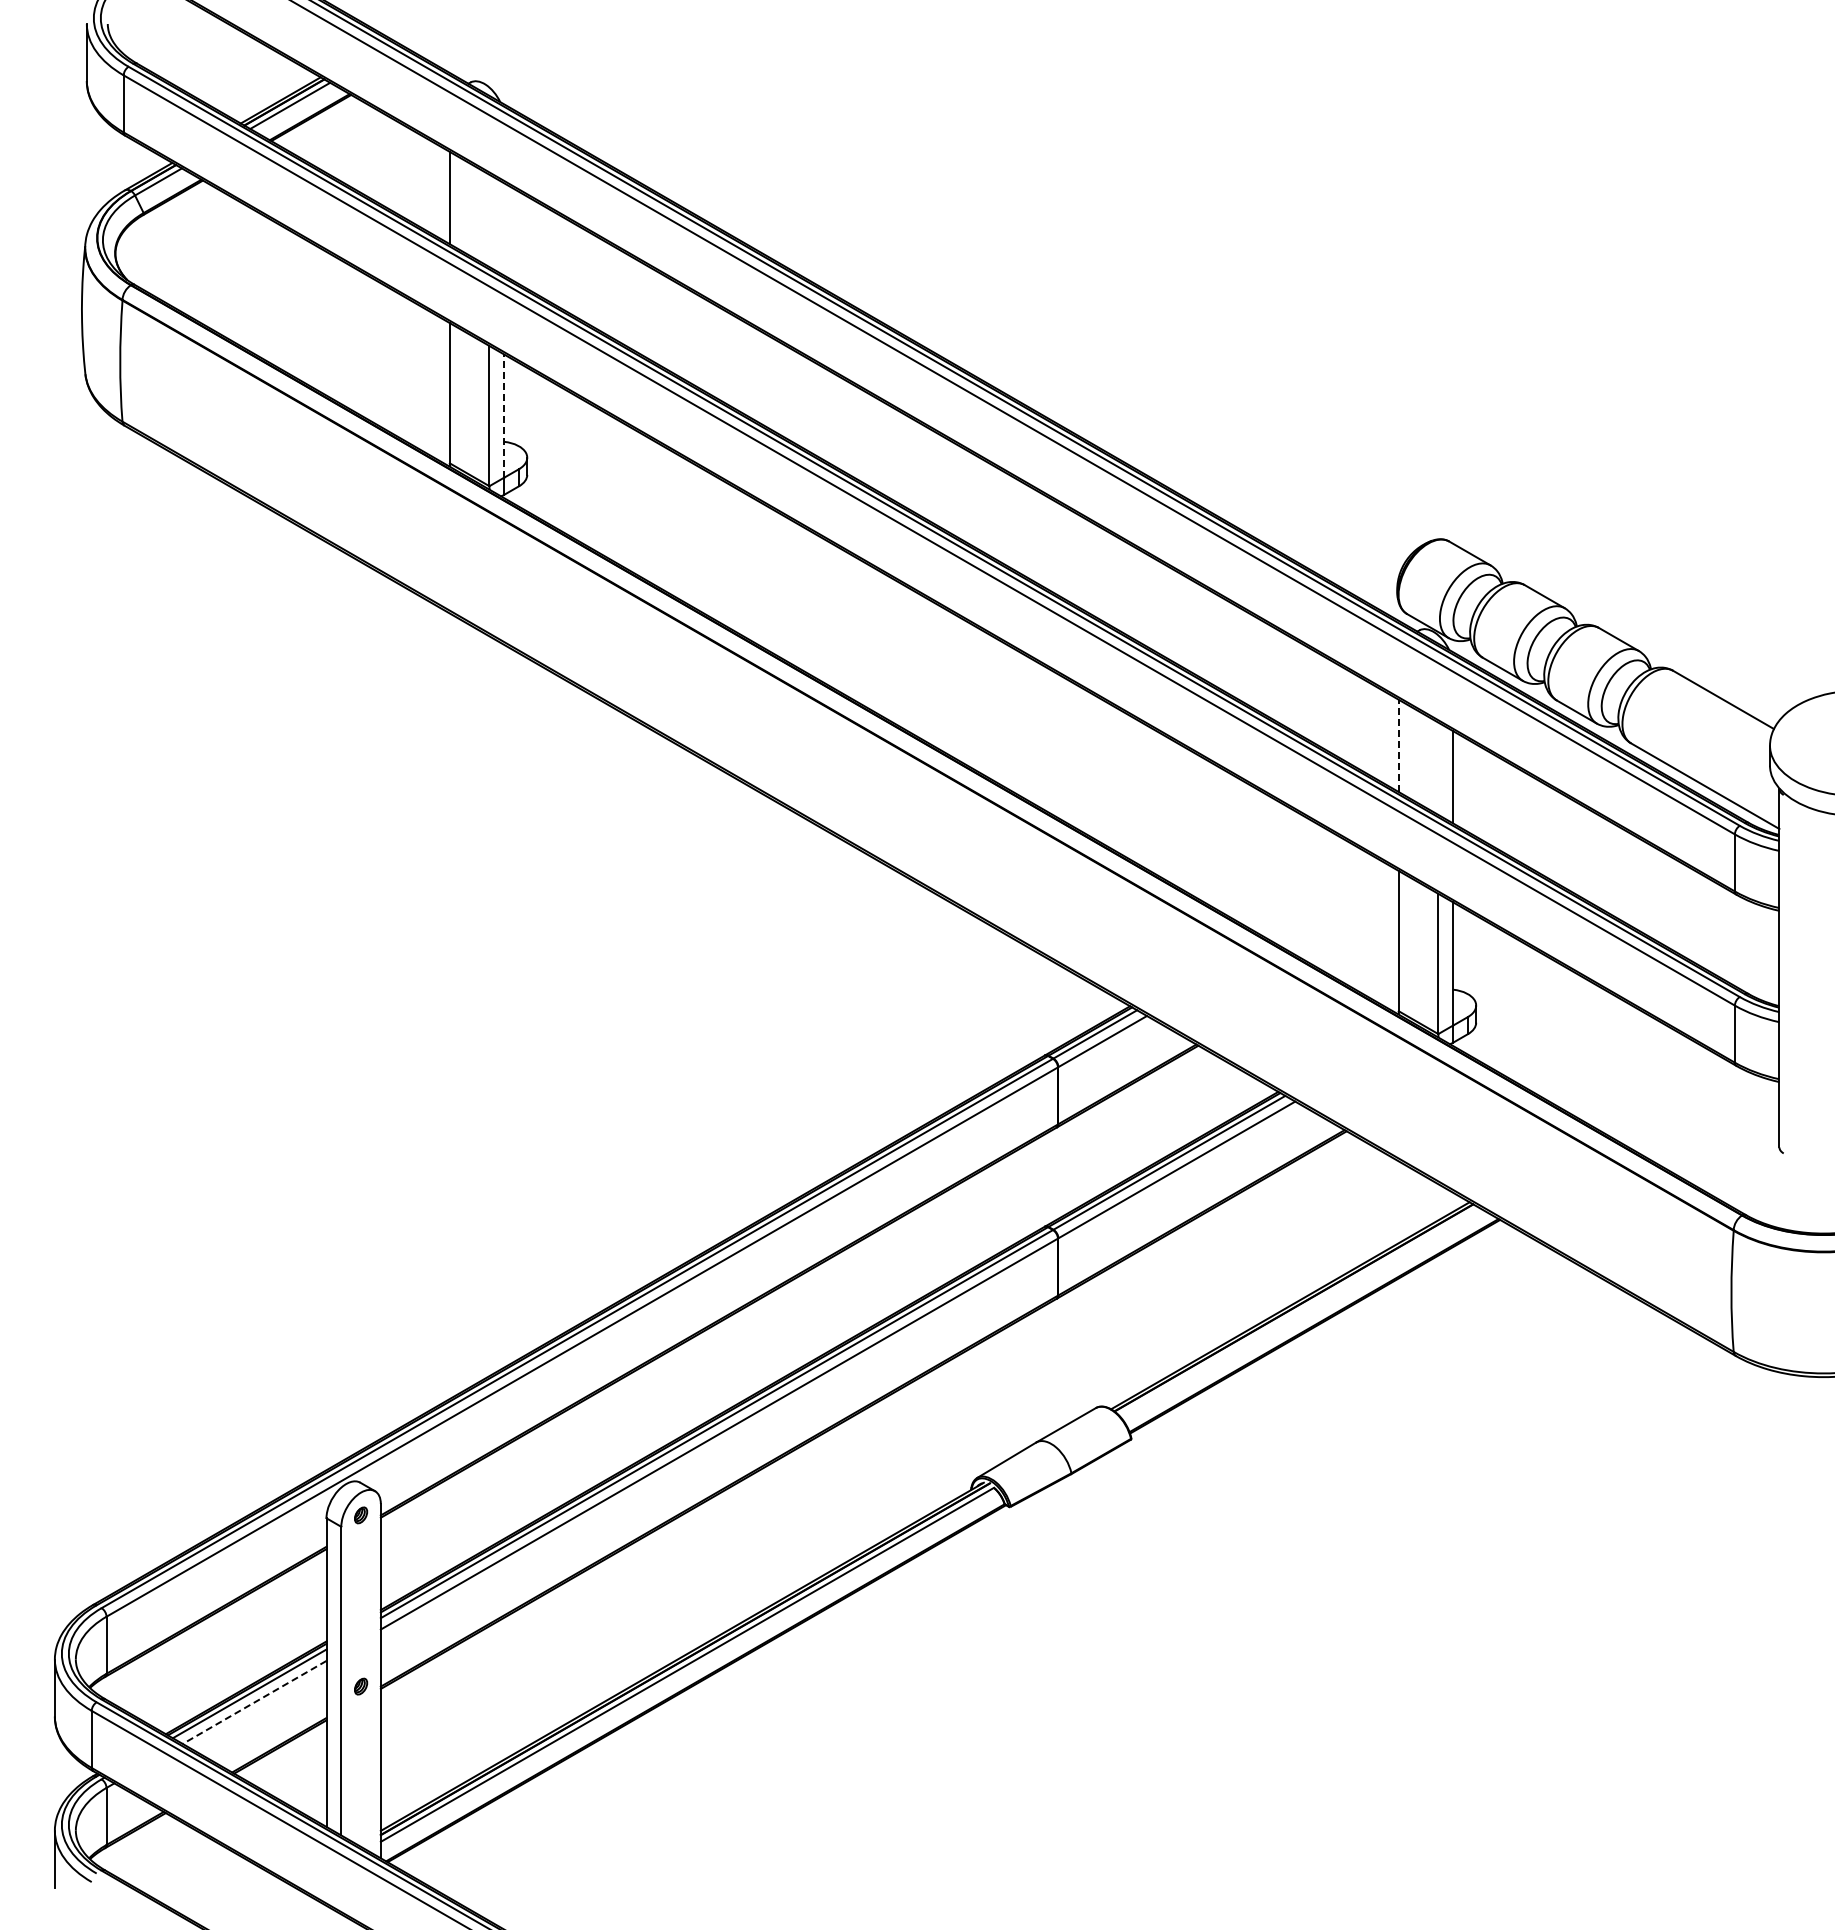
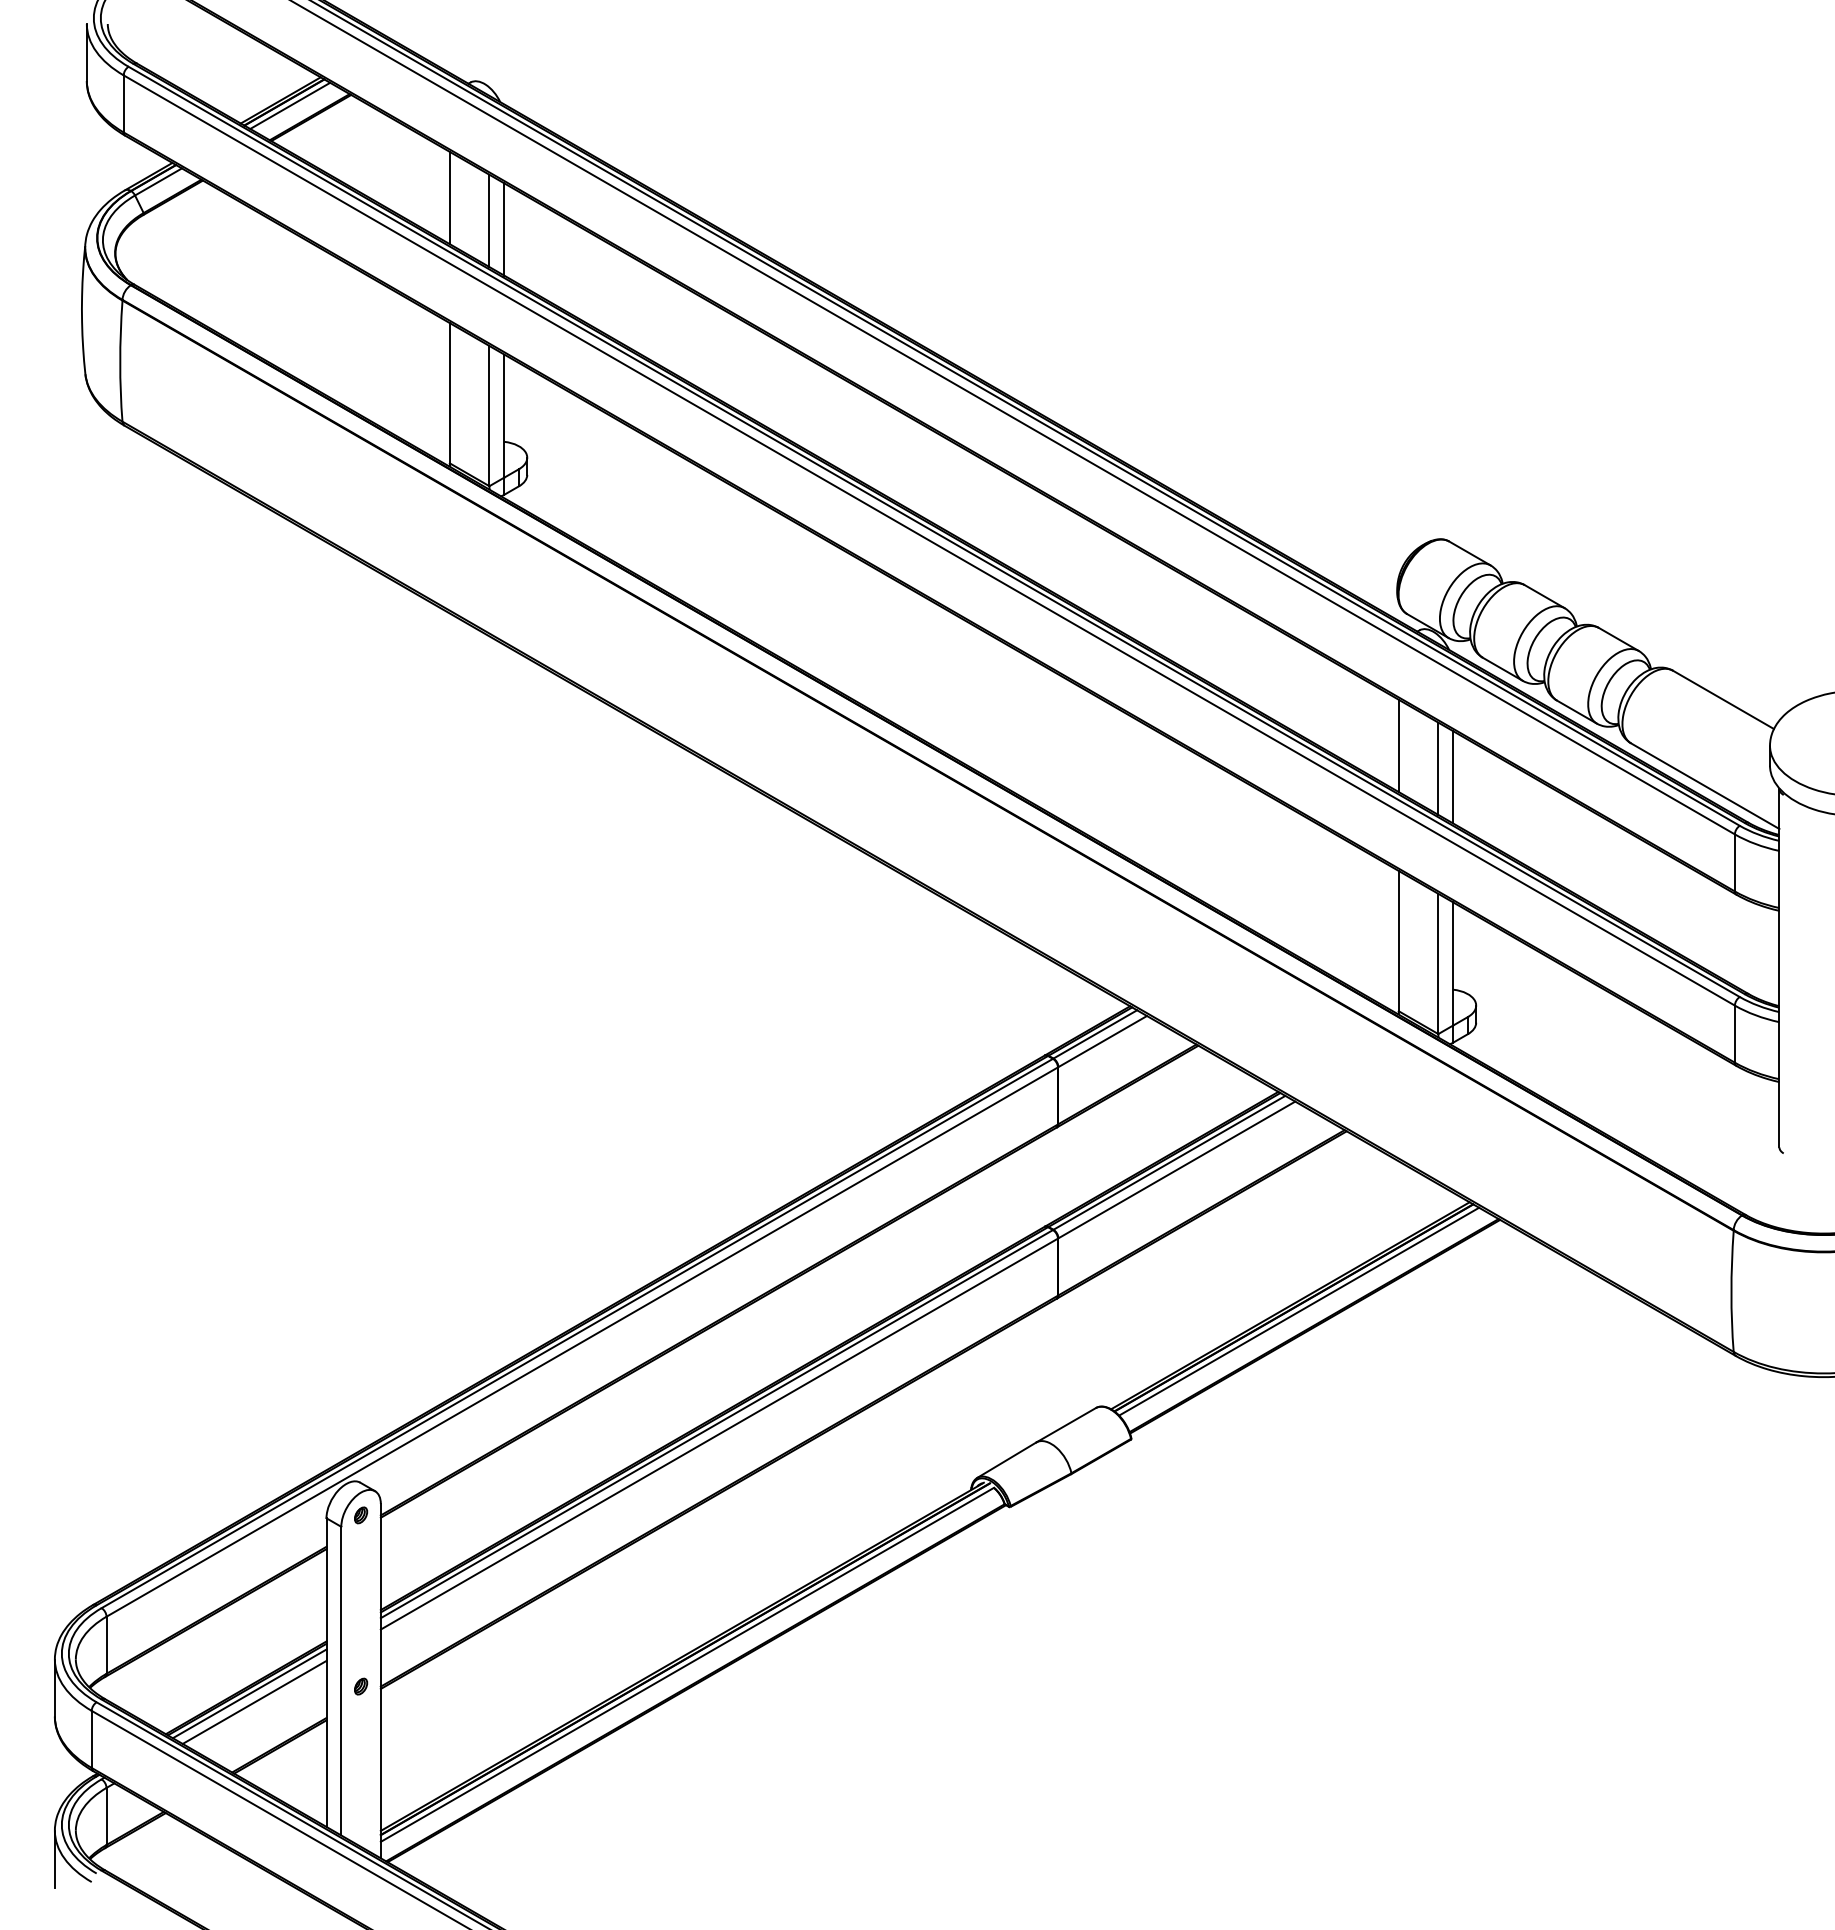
line at (489, 220): none -> present
line at (504, 229): none -> present
line at (504, 416): dashed -> solid
line at (1398, 745): dashed -> solid
line at (1438, 768): none -> present
line at (1299, 1311): none -> present
line at (254, 1702): dashed -> solid
